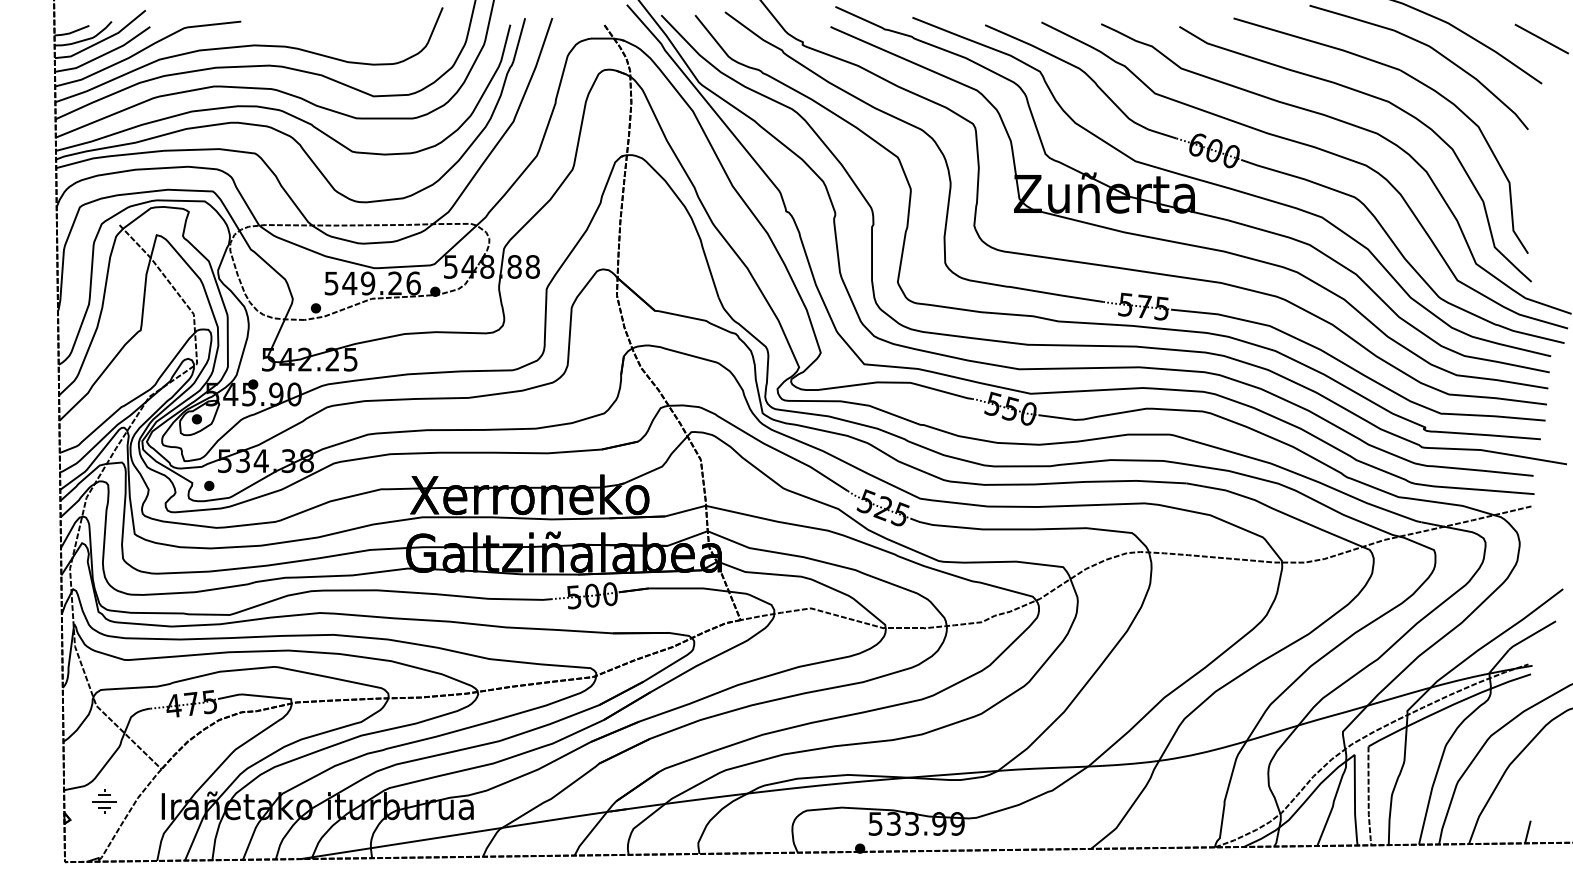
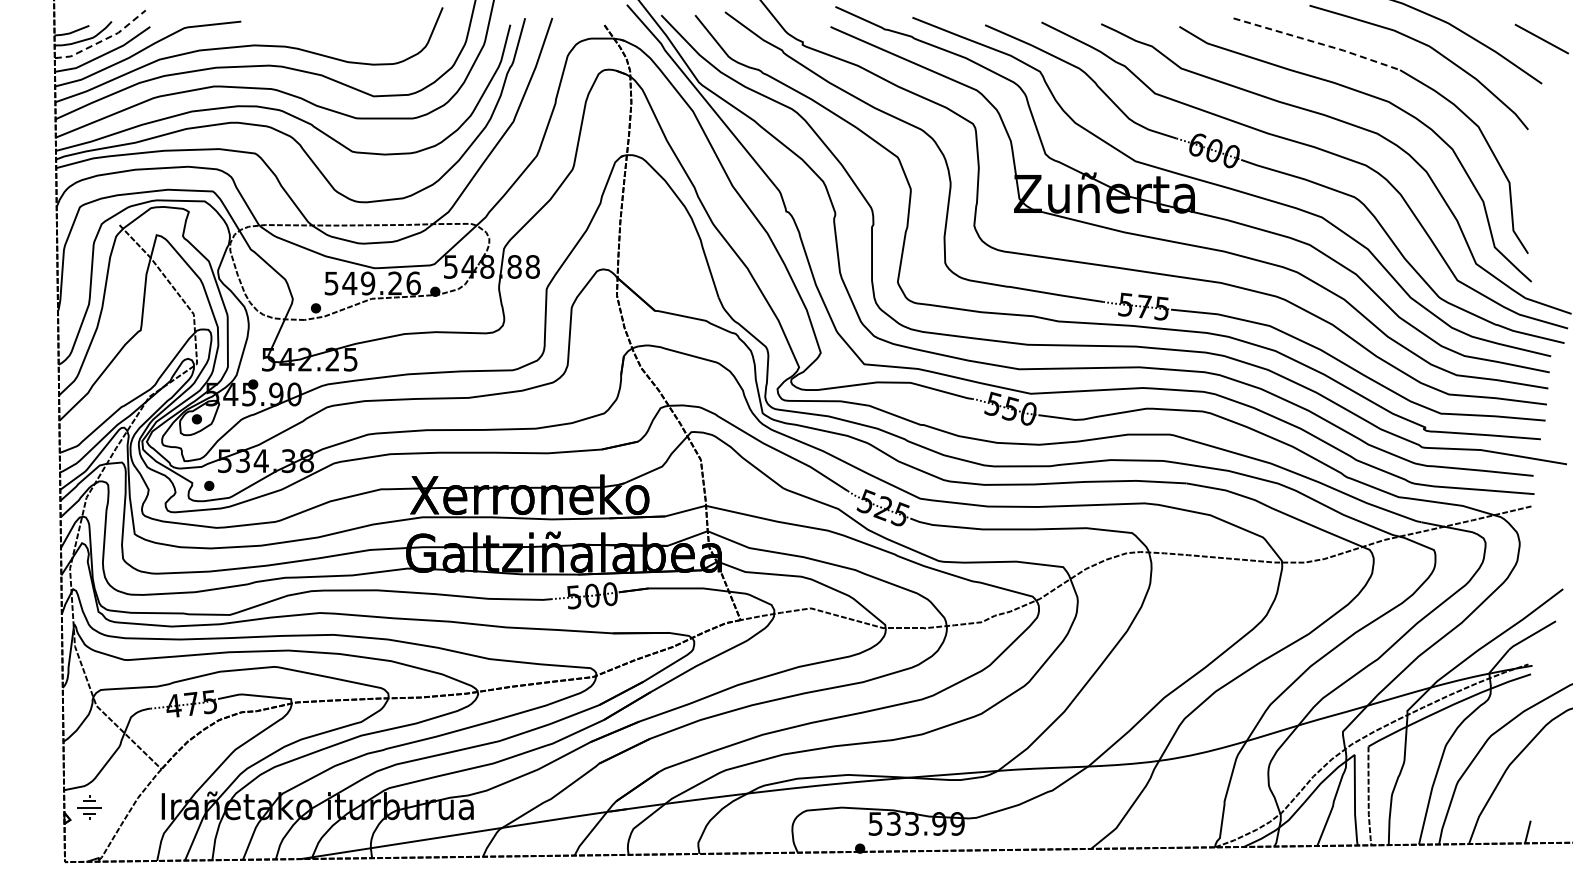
line at (103, 40): solid -> dashed
line at (1317, 43): solid -> dashed
part at (104, 801) position: (104, 801) -> (89, 807)
